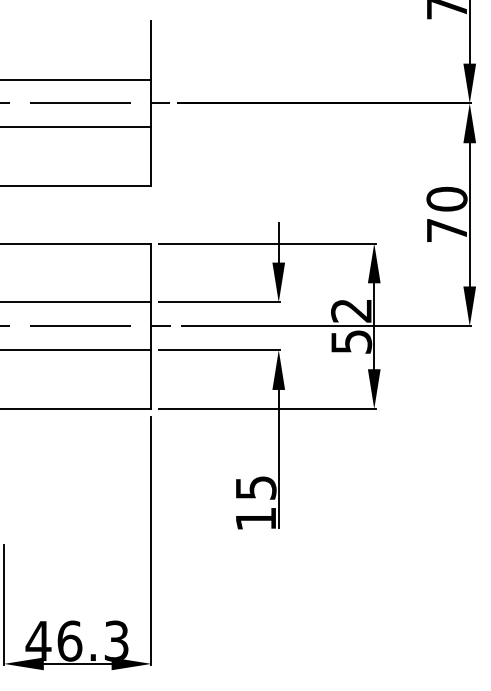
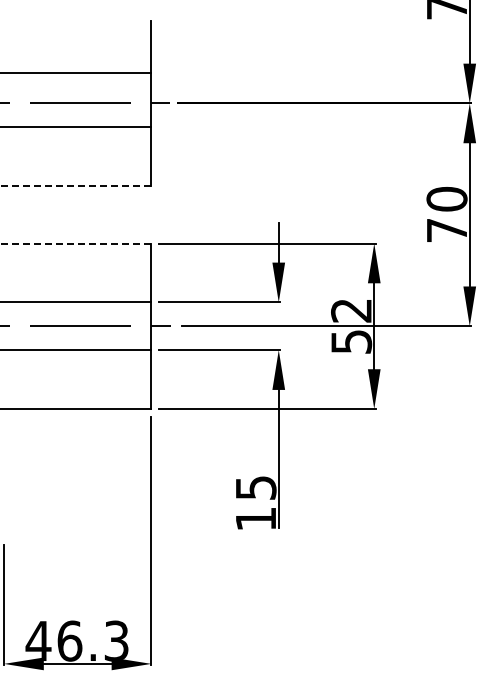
line at (76, 79) position: (76, 79) -> (76, 72)
line at (75, 186): solid -> dashed
line at (75, 243): solid -> dashed
